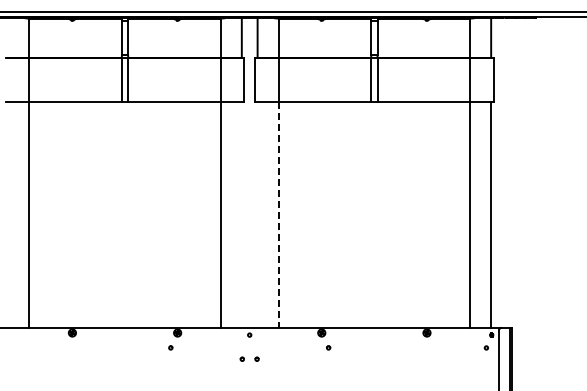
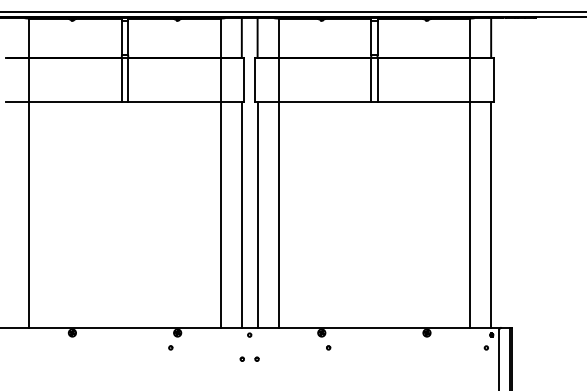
line at (241, 214): none -> present
line at (257, 214): none -> present
line at (278, 215): dashed -> solid
